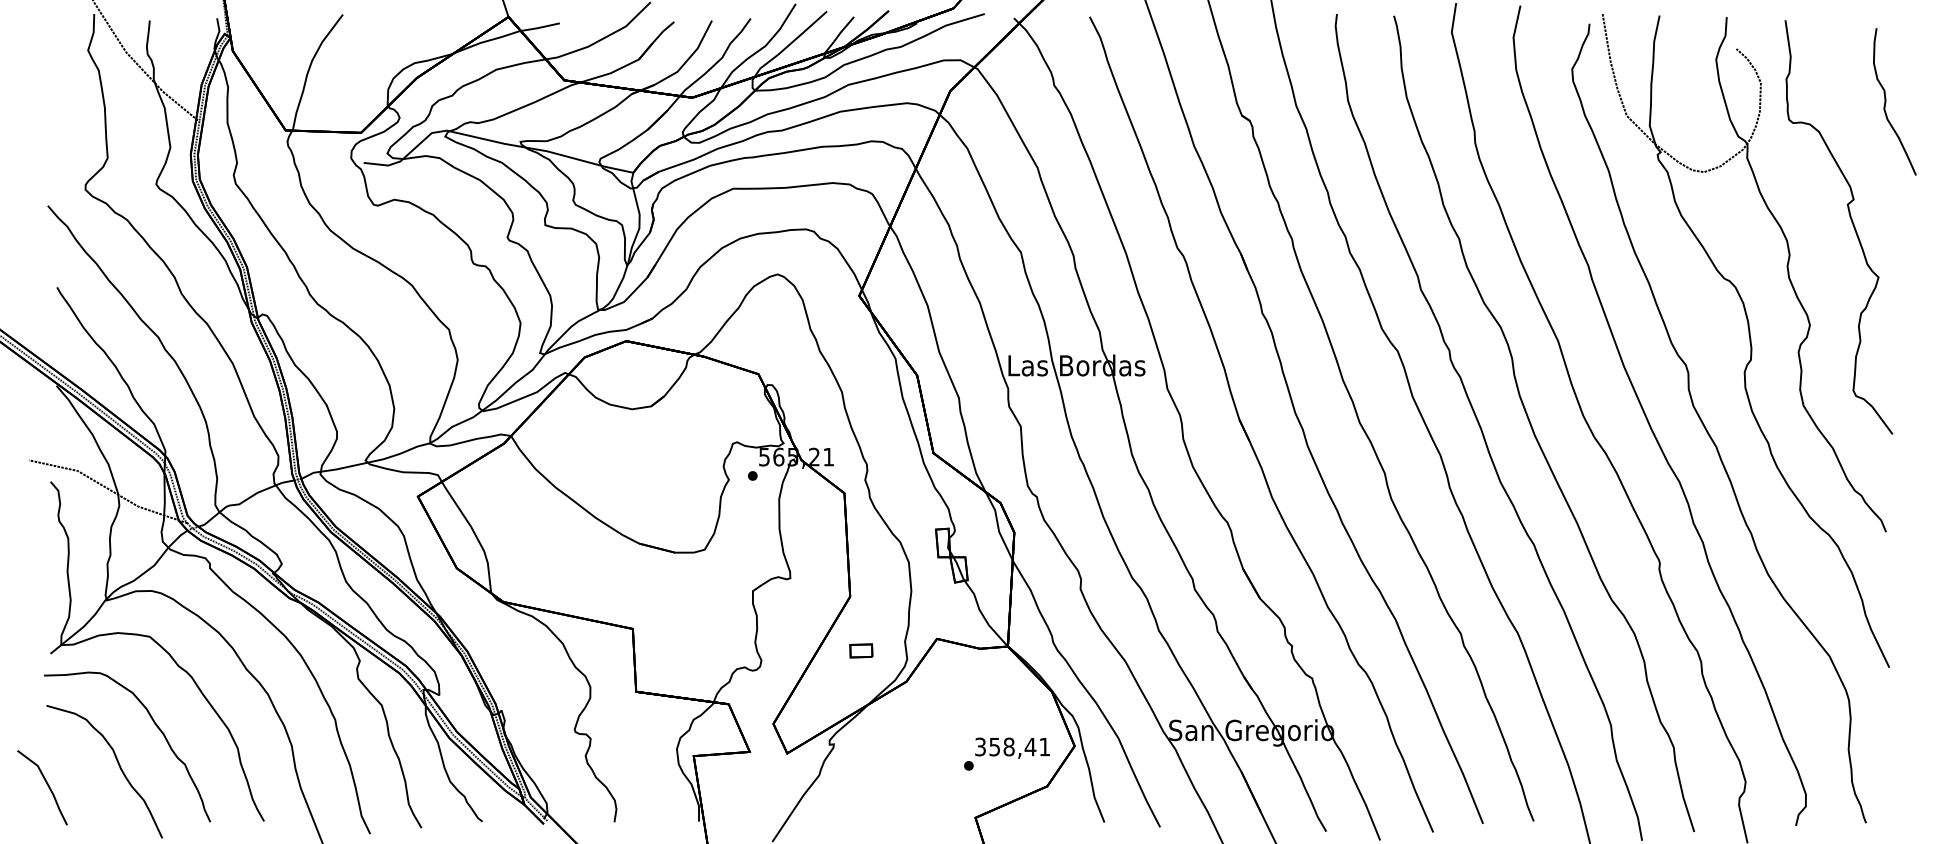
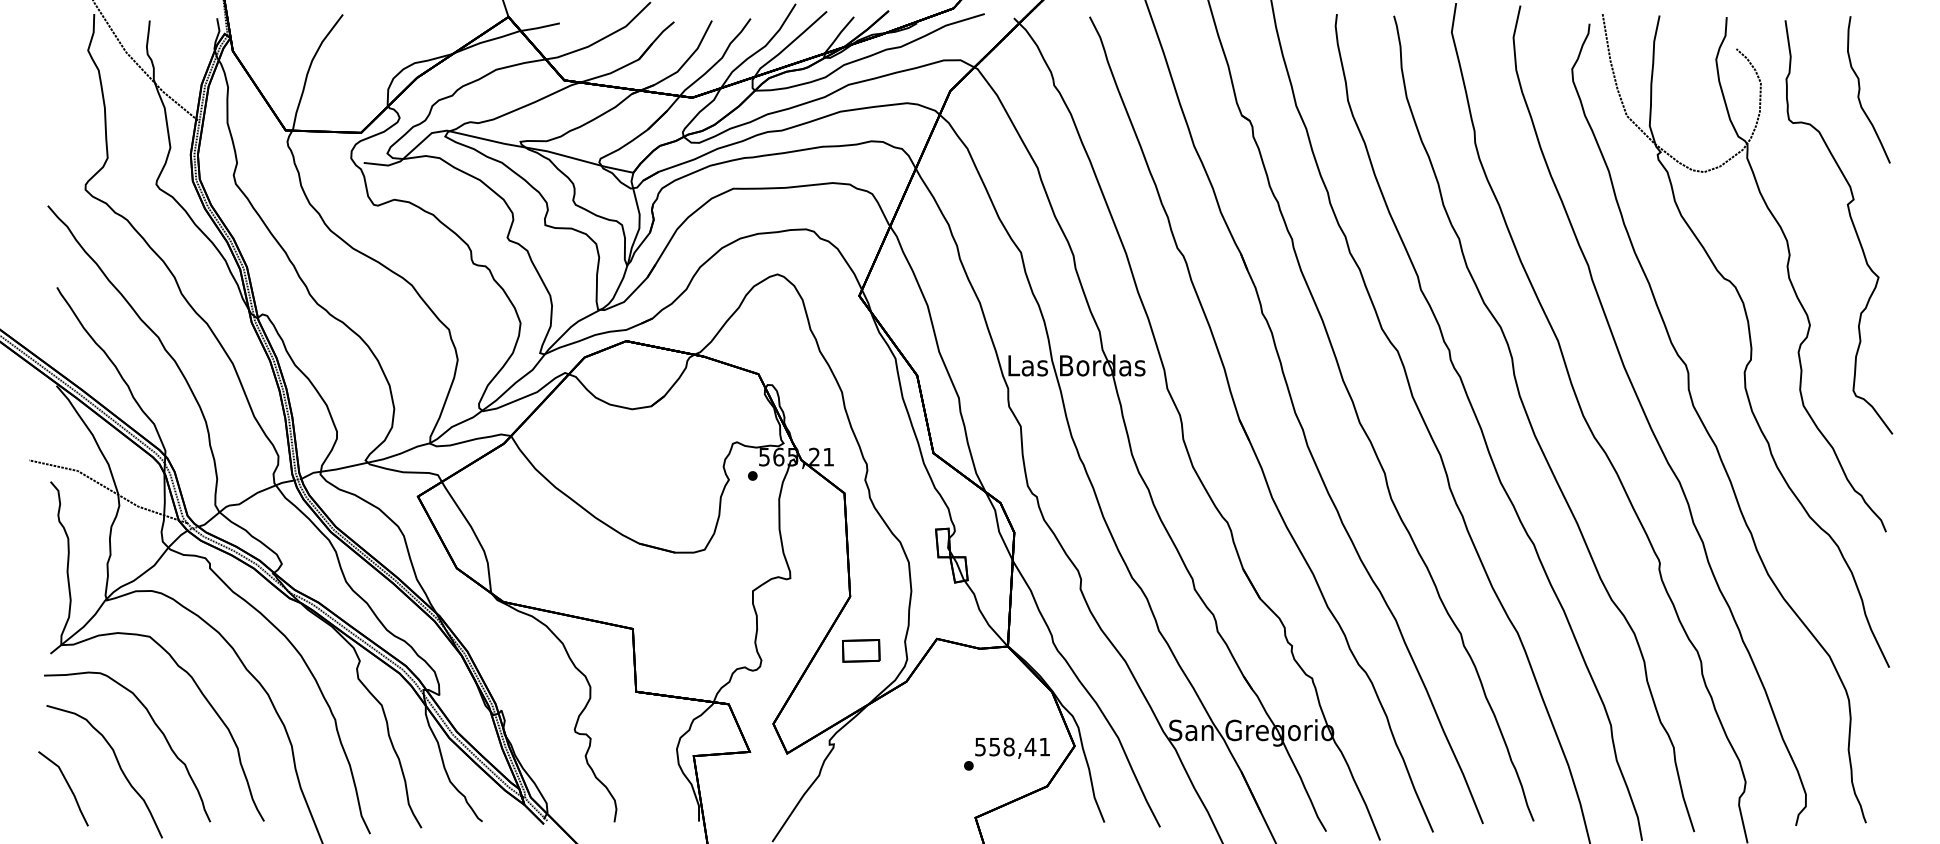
curve at (1886, 101) position: (1886, 101) -> (1860, 89)
part at (861, 650) size: 25x16 px -> 39x24 px
text at (980, 746): 358,41 -> 558,41
line at (46, 784) position: (46, 784) -> (67, 785)
